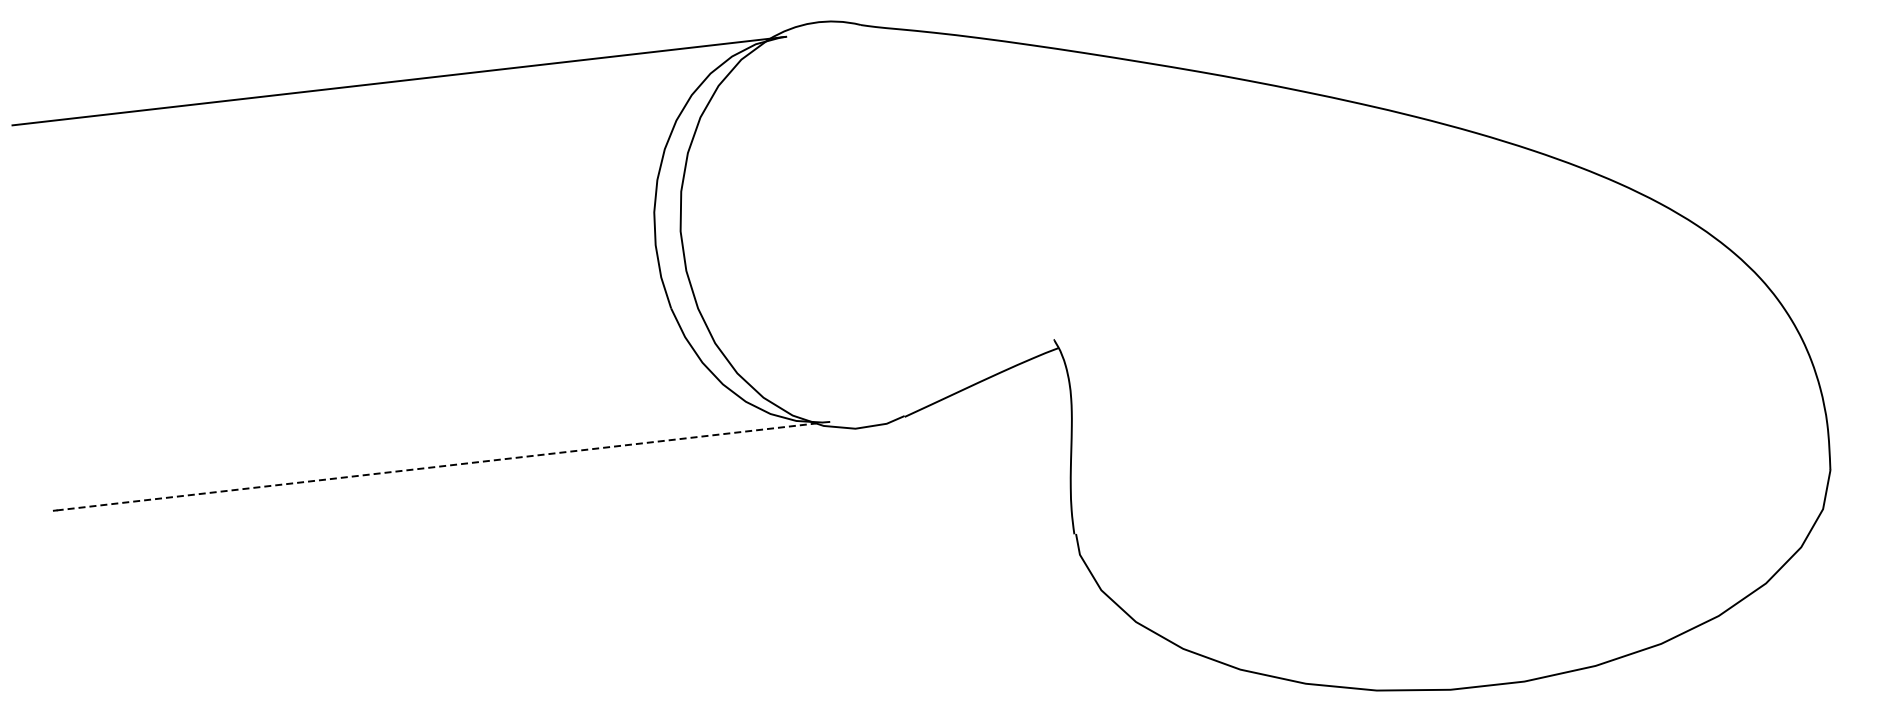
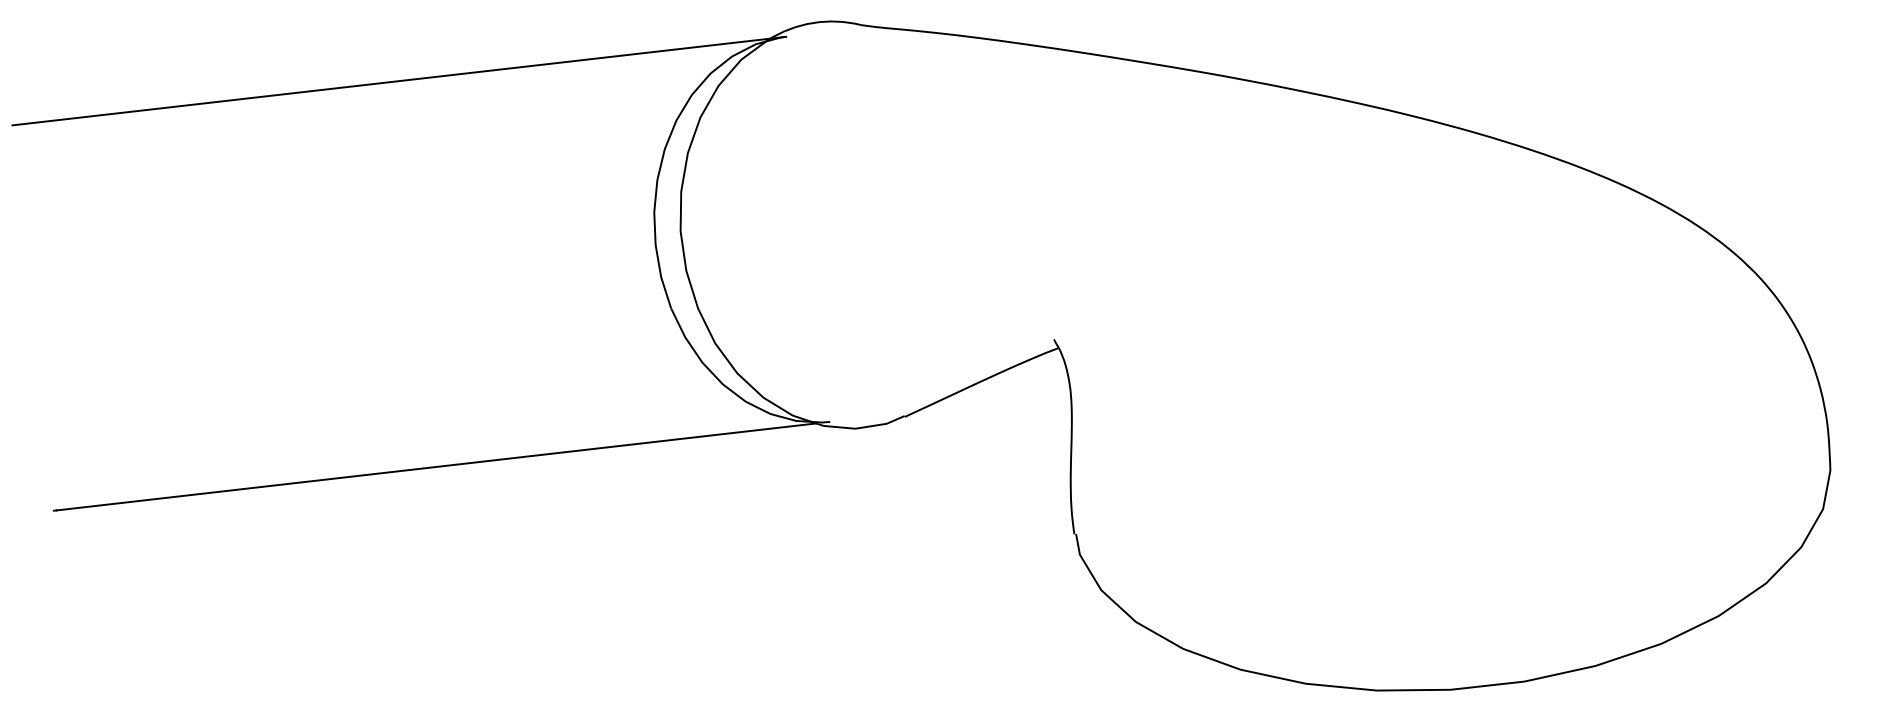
line at (436, 466): dashed -> solid
